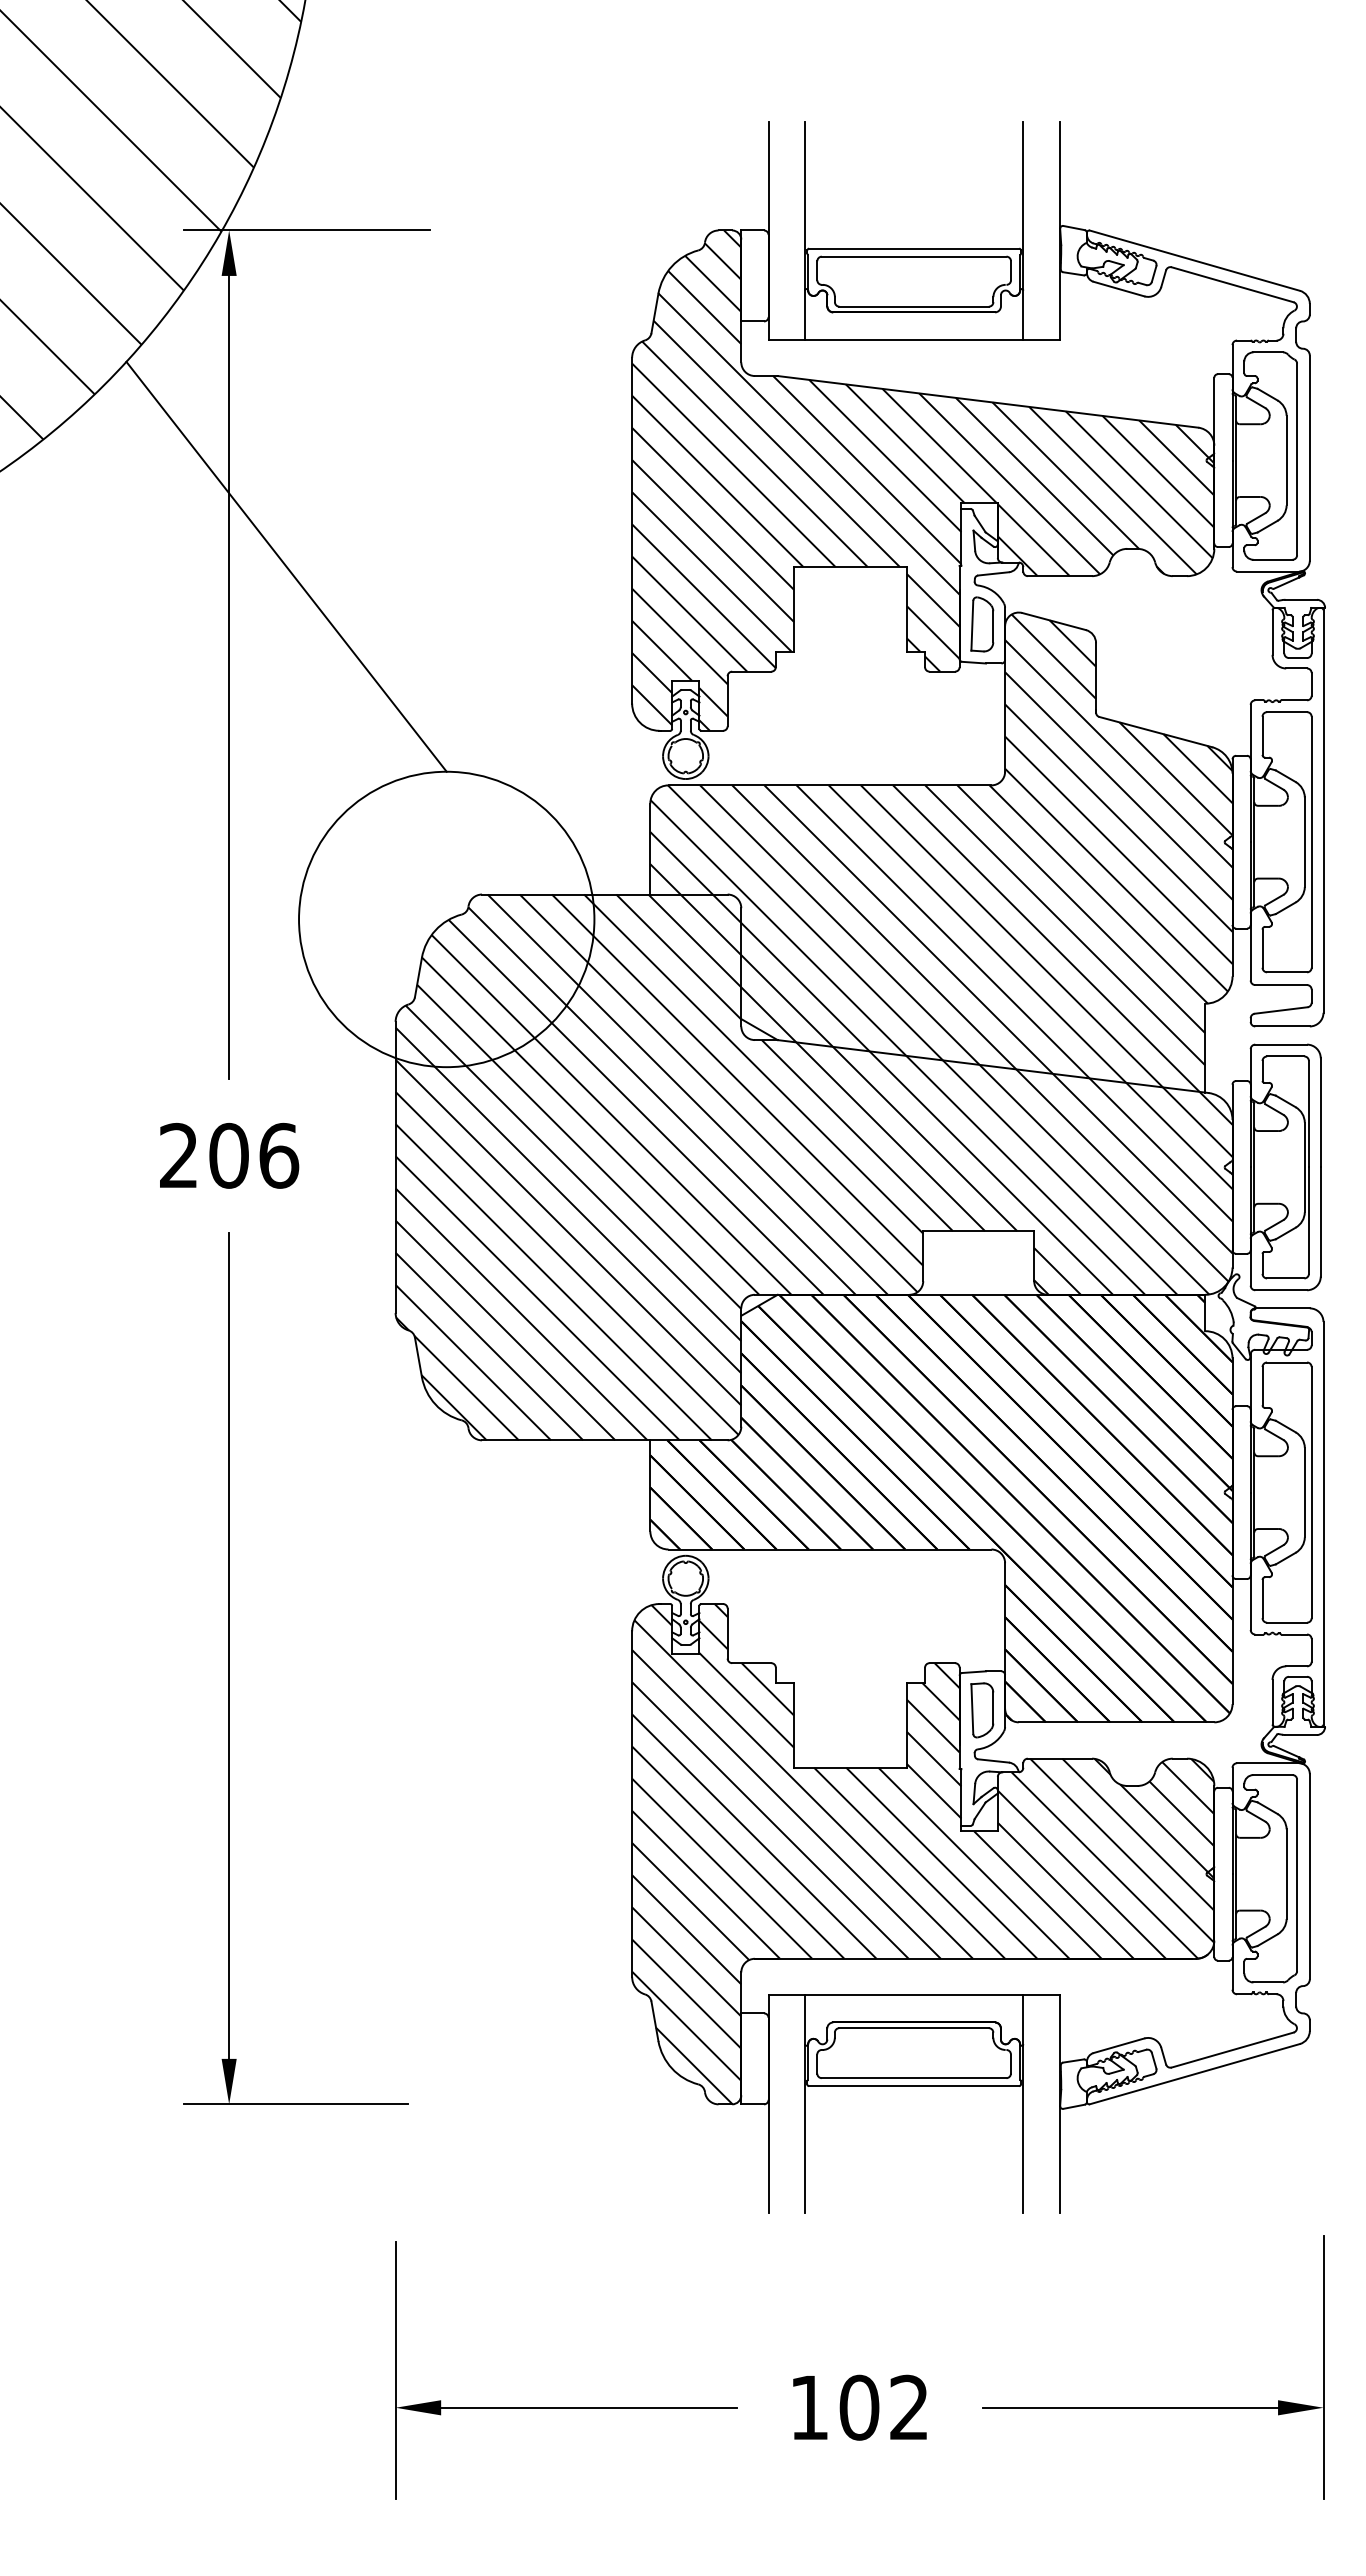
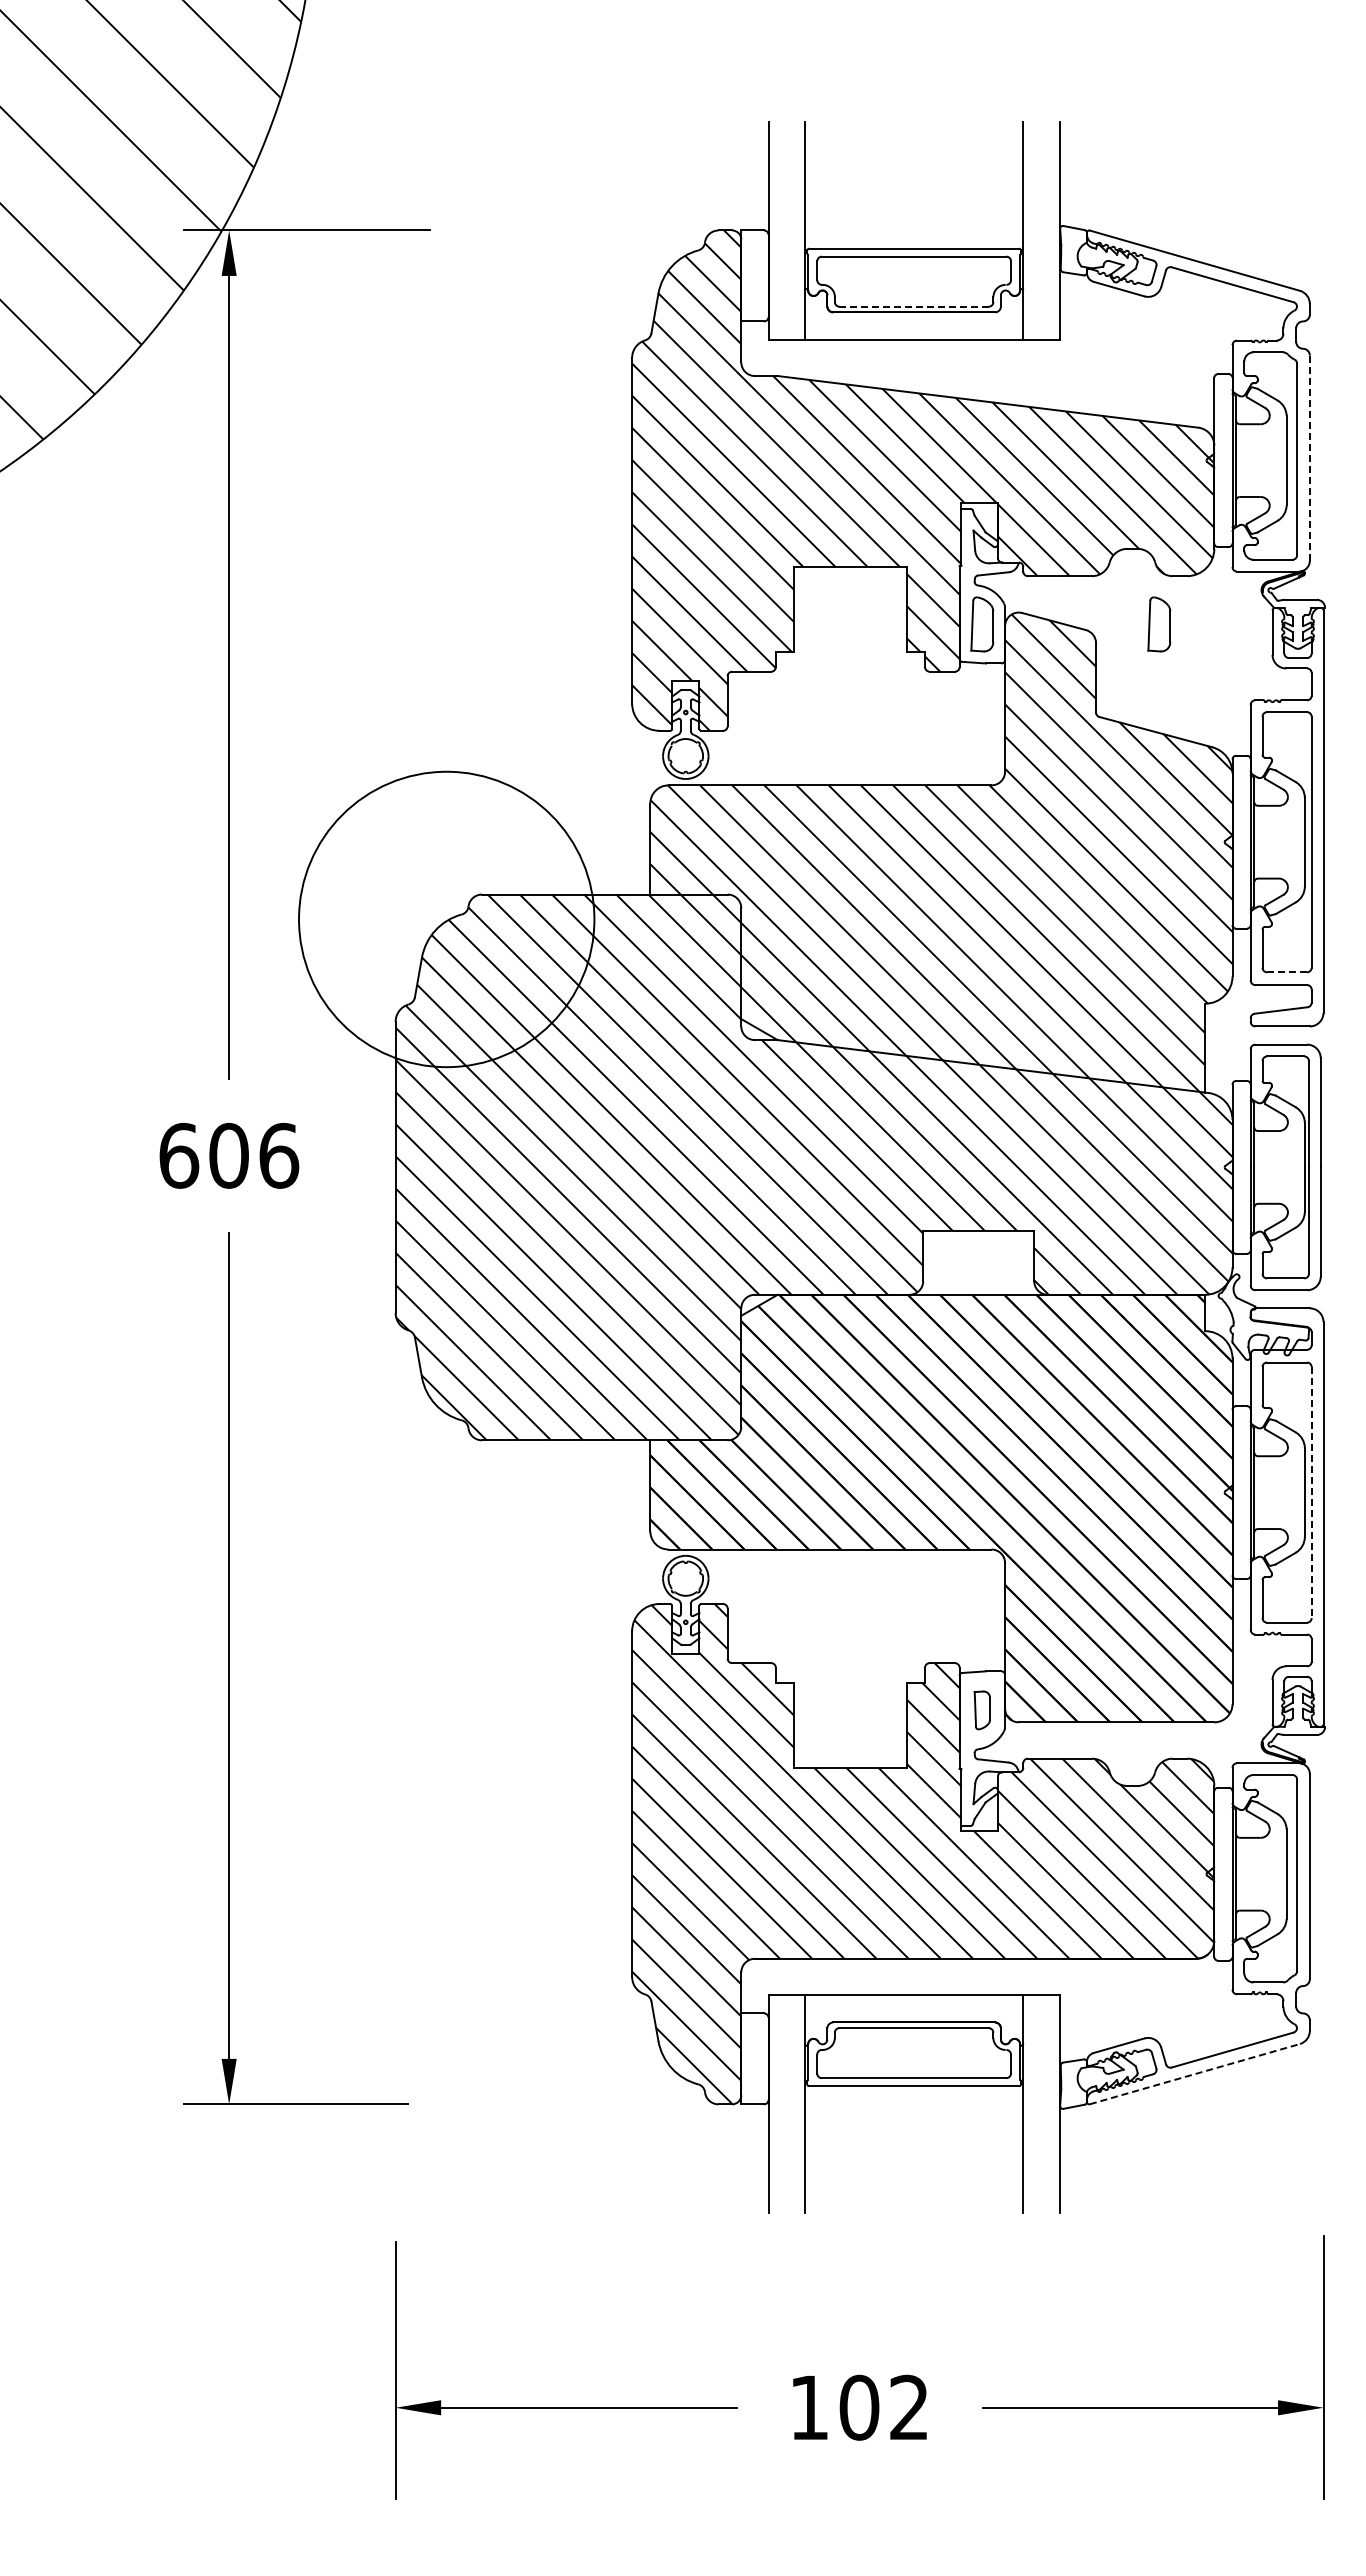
line at (914, 306): solid -> dashed
line at (1309, 458): solid -> dashed
line at (286, 566): present -> none
part at (1159, 624): none -> present
line at (1286, 972): solid -> dashed
text at (179, 1155): 206 -> 606
line at (1311, 1492): solid -> dashed
part at (982, 1710) size: 25x57 px -> 18x41 px
line at (1195, 2074): solid -> dashed
